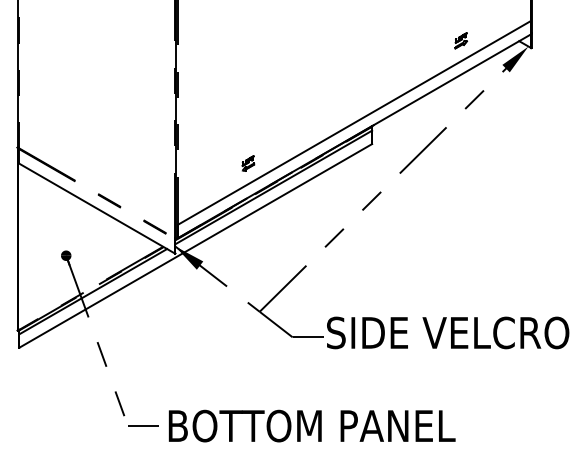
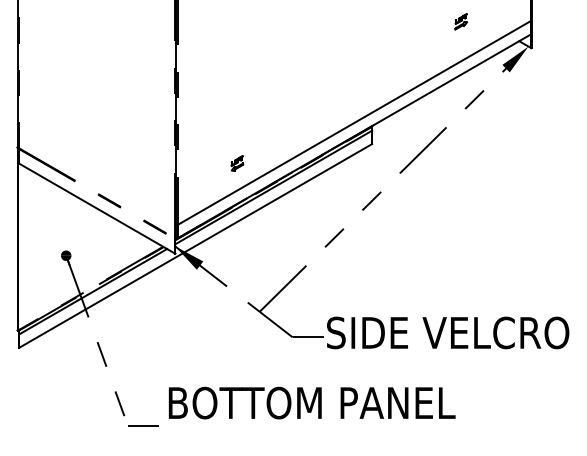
part at (460, 40) position: (460, 40) -> (460, 21)
part at (248, 163) position: (248, 163) -> (237, 163)
text at (311, 425) position: (311, 425) -> (311, 402)
